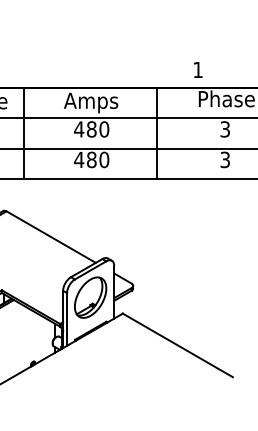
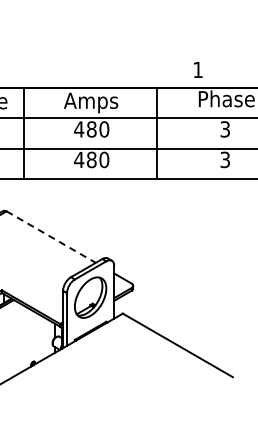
line at (51, 237): solid -> dashed
